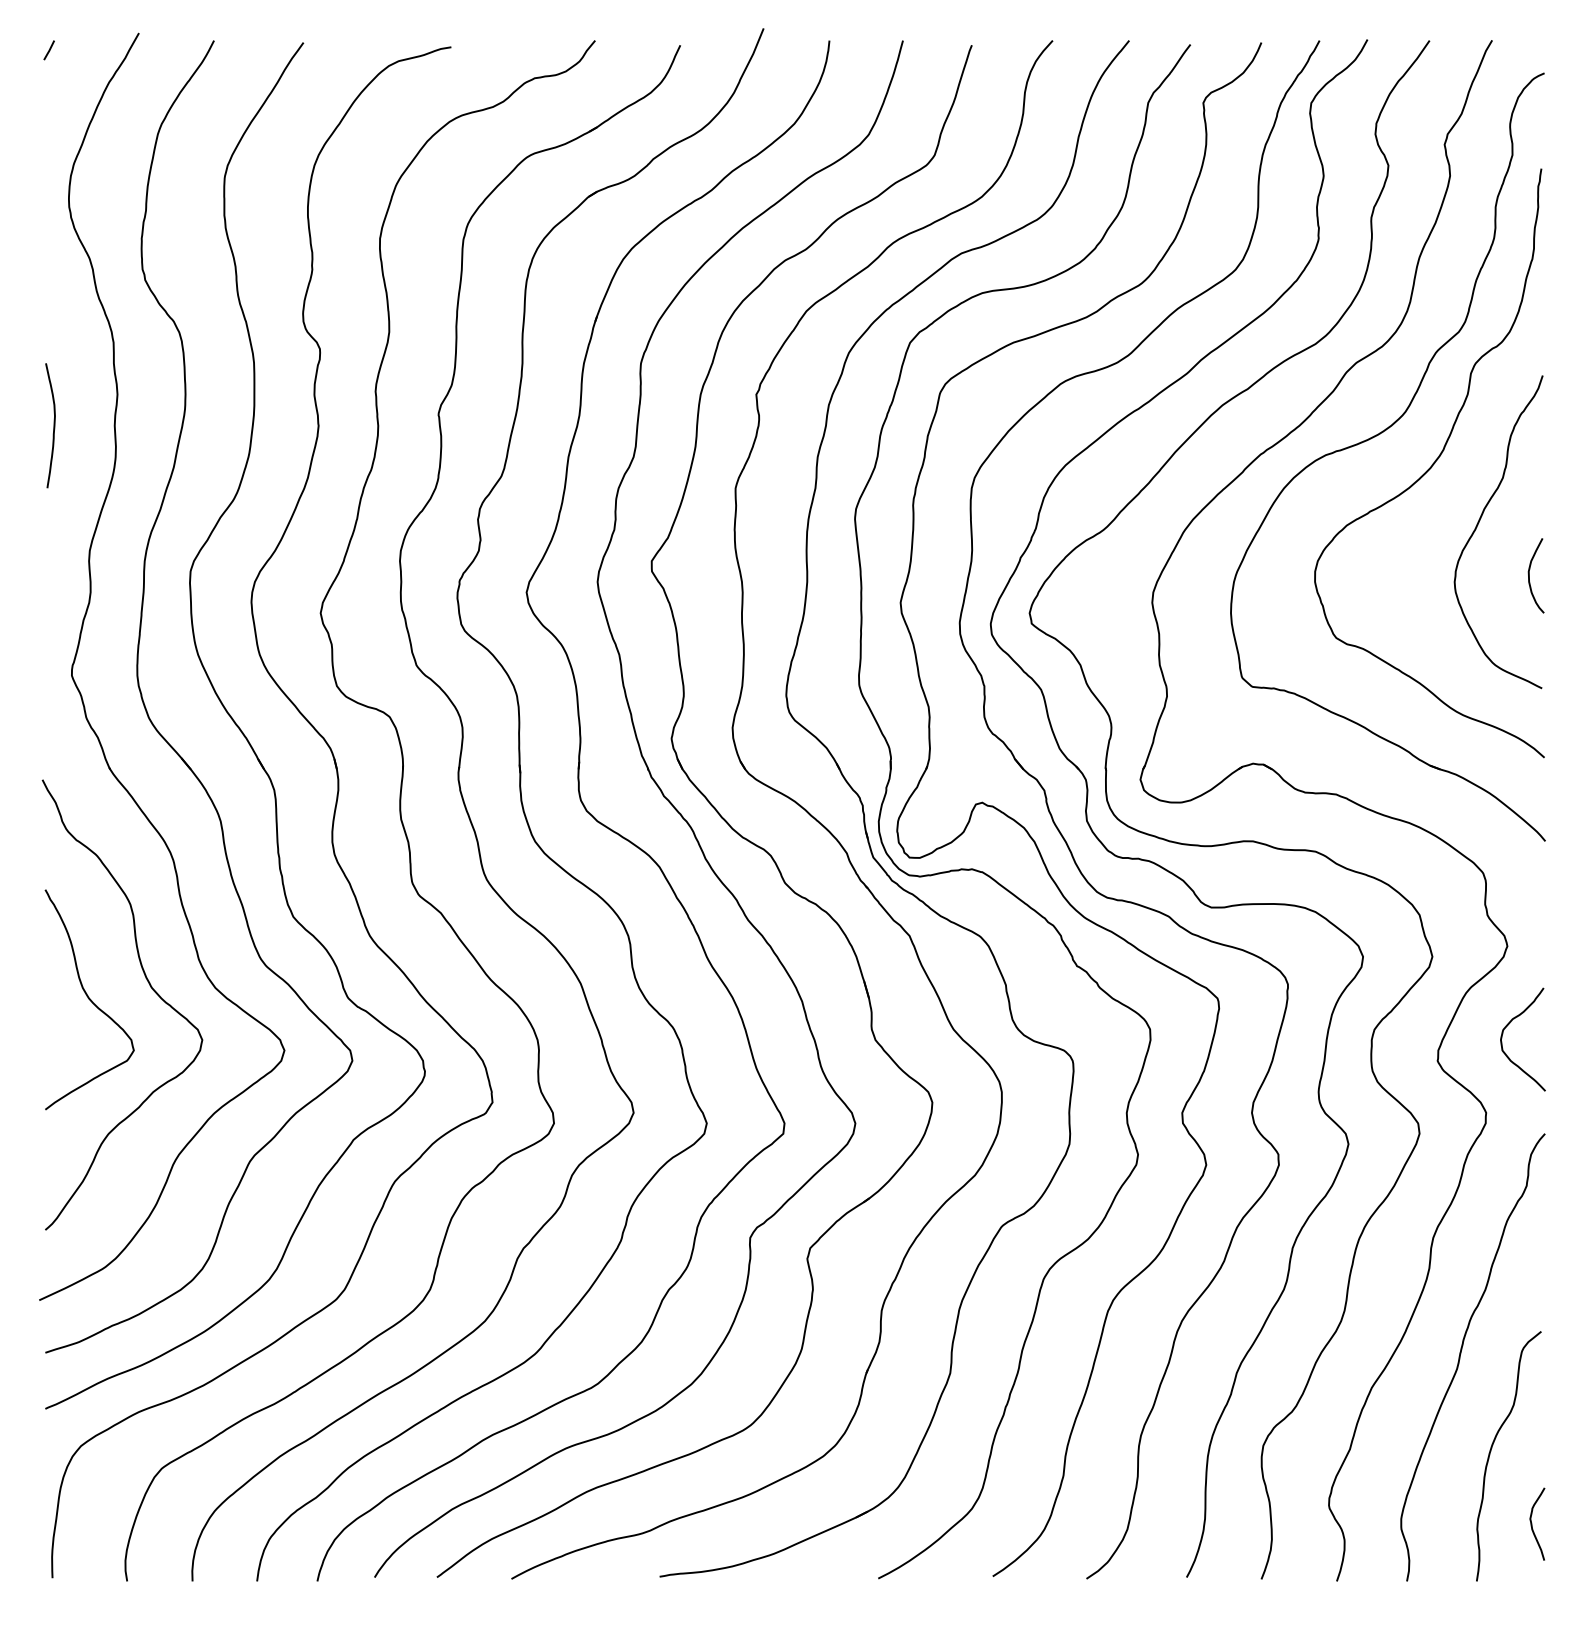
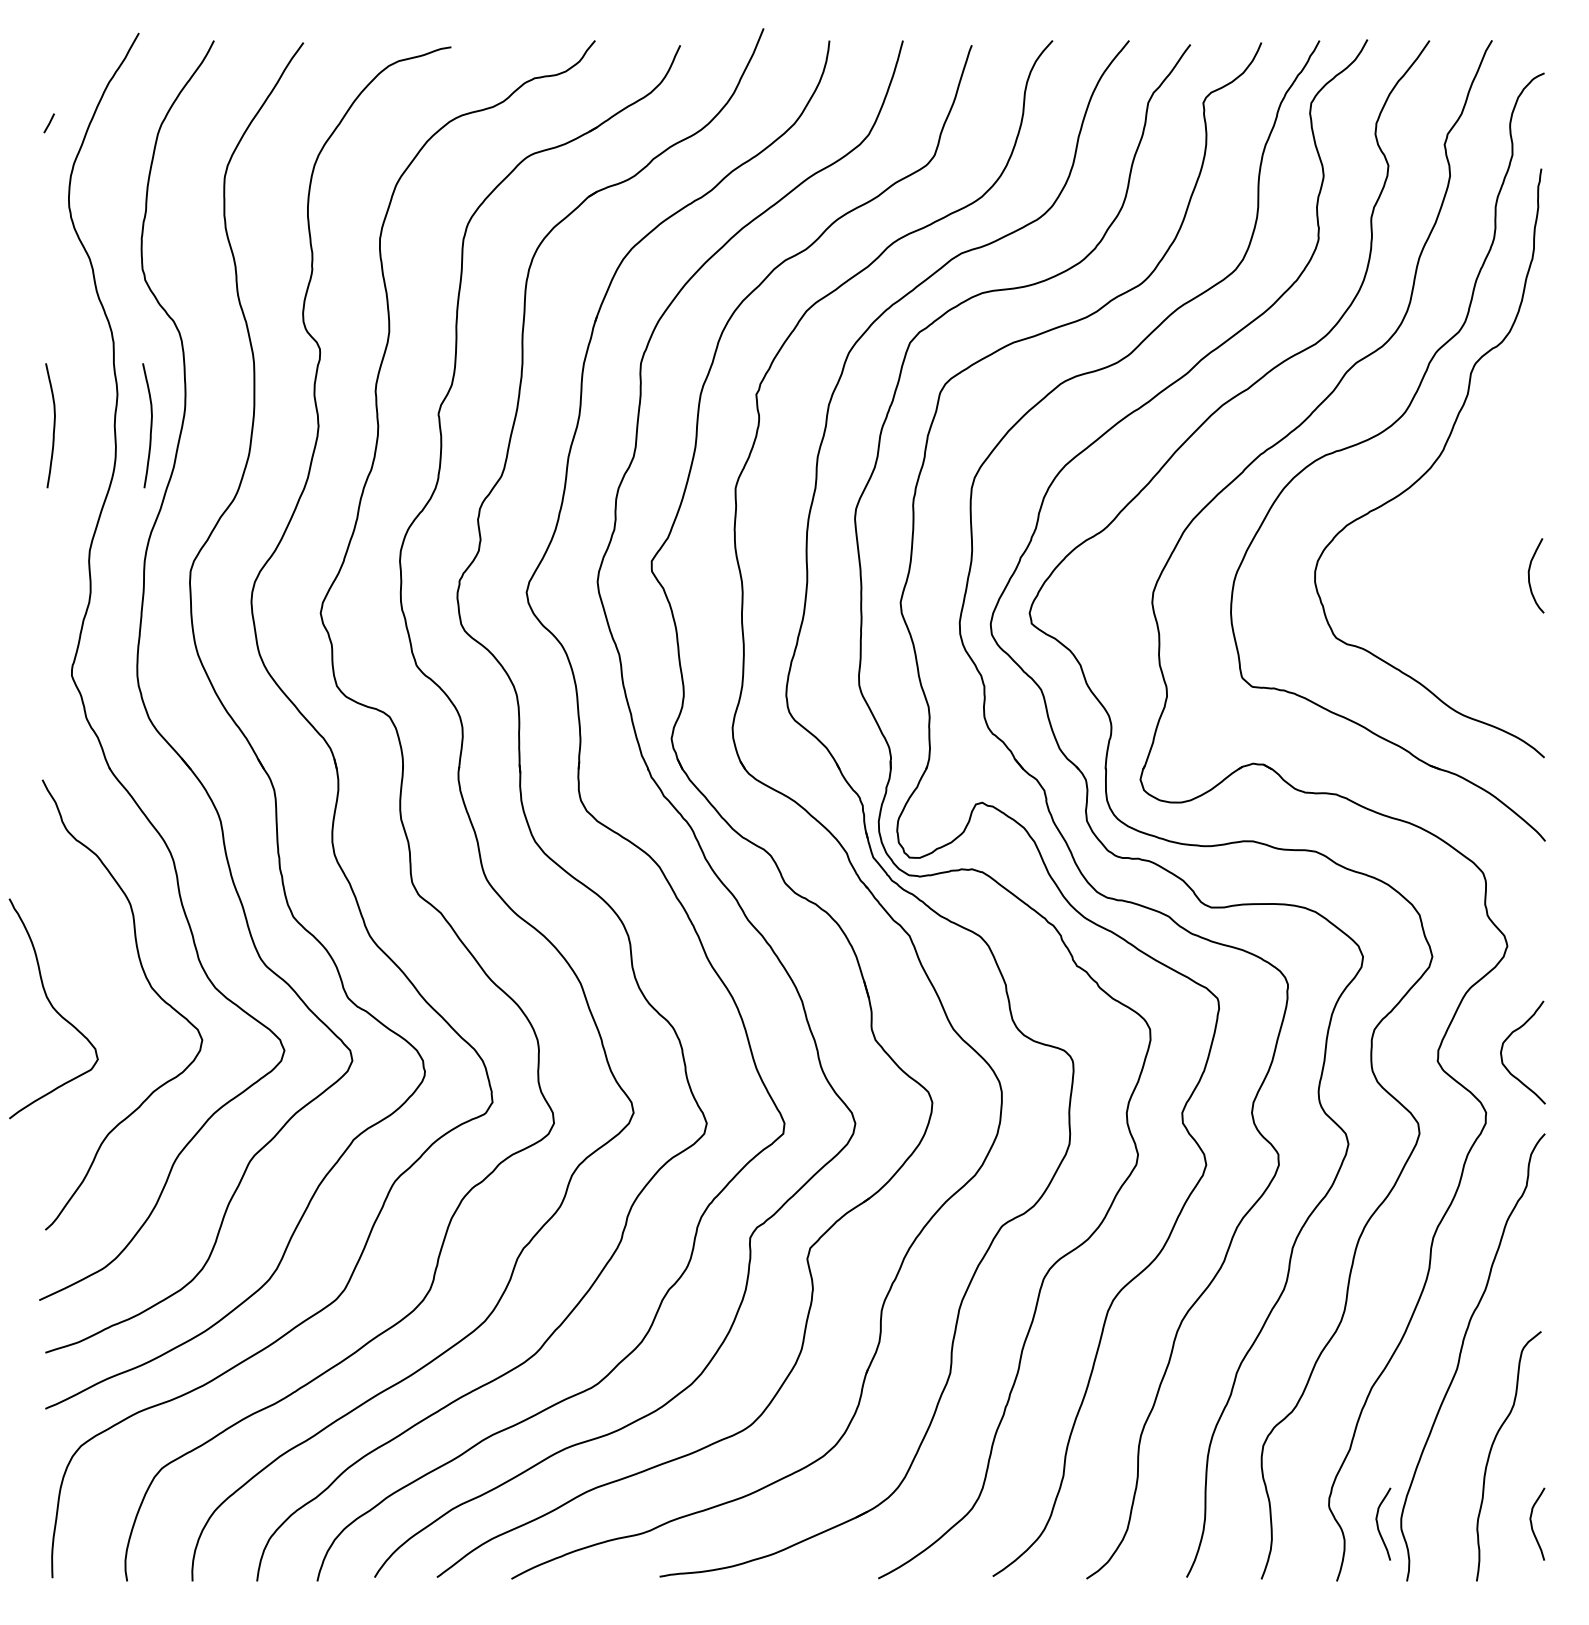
line at (48, 50) position: (48, 50) -> (48, 123)
curve at (150, 425): none -> present
curve at (1478, 525): present -> none
curve at (89, 999) position: (89, 999) -> (53, 1008)
curve at (1508, 1025) position: (1508, 1025) -> (1508, 1038)
curve at (1378, 1523): none -> present
